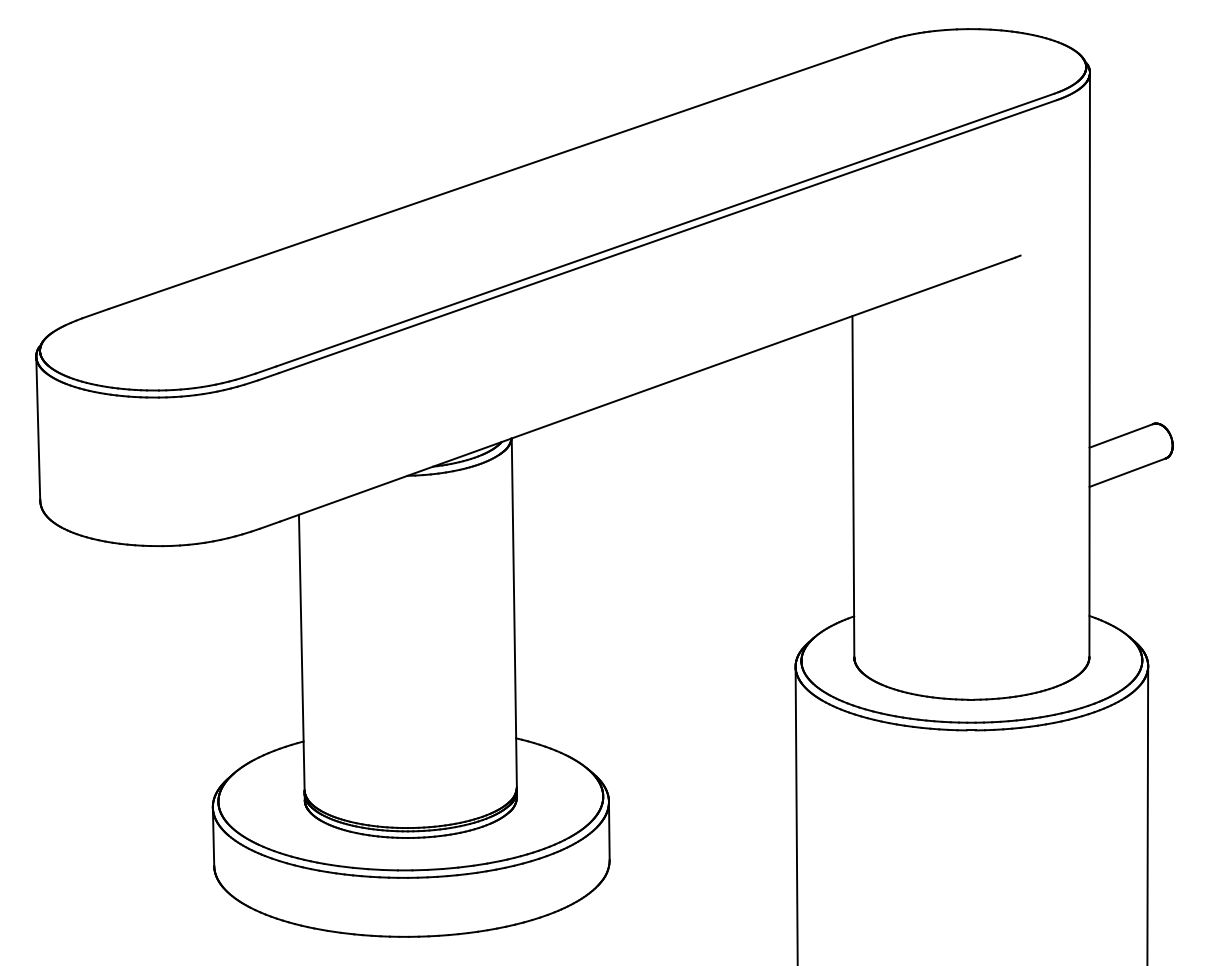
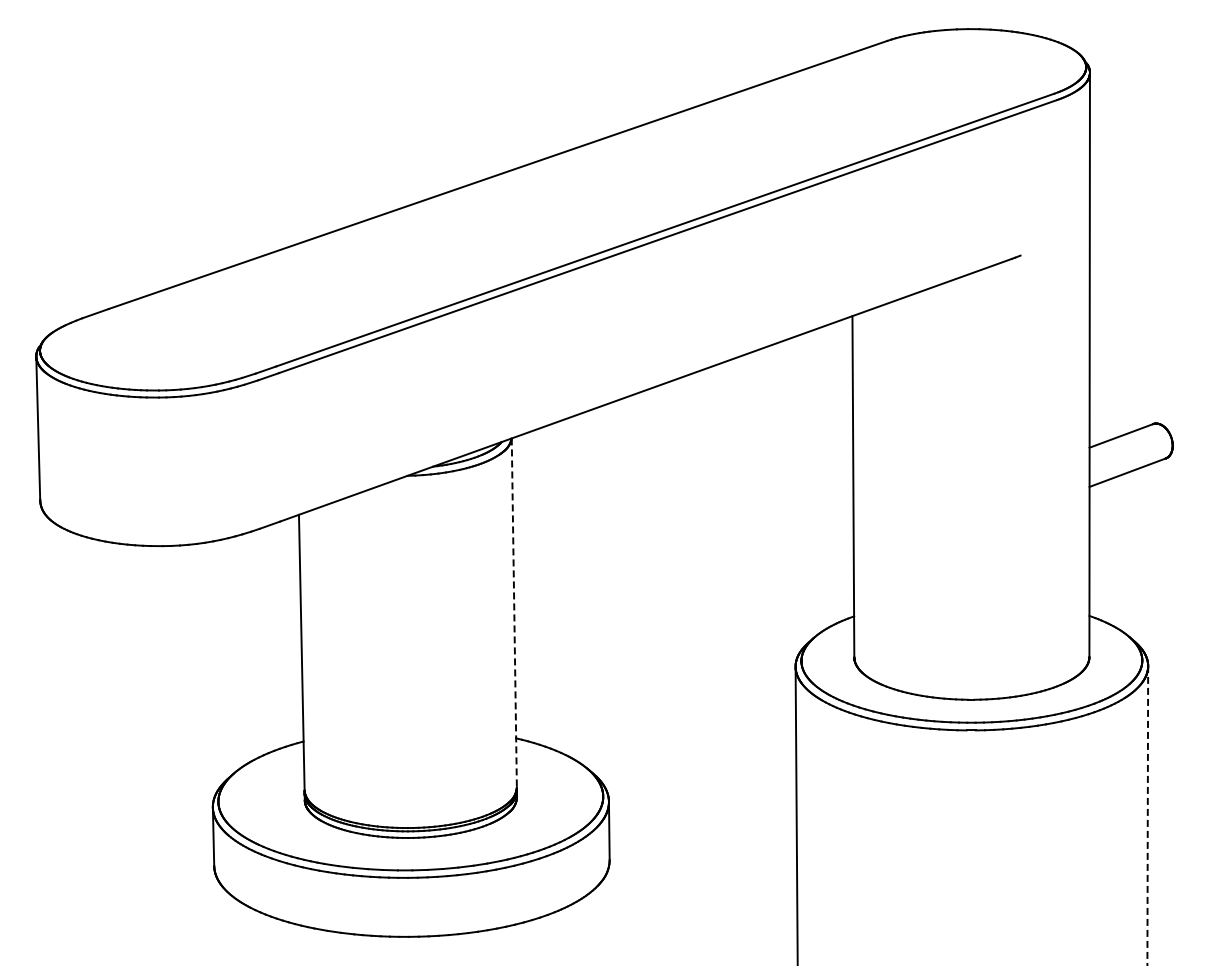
line at (514, 613): solid -> dashed
line at (1147, 815): solid -> dashed
